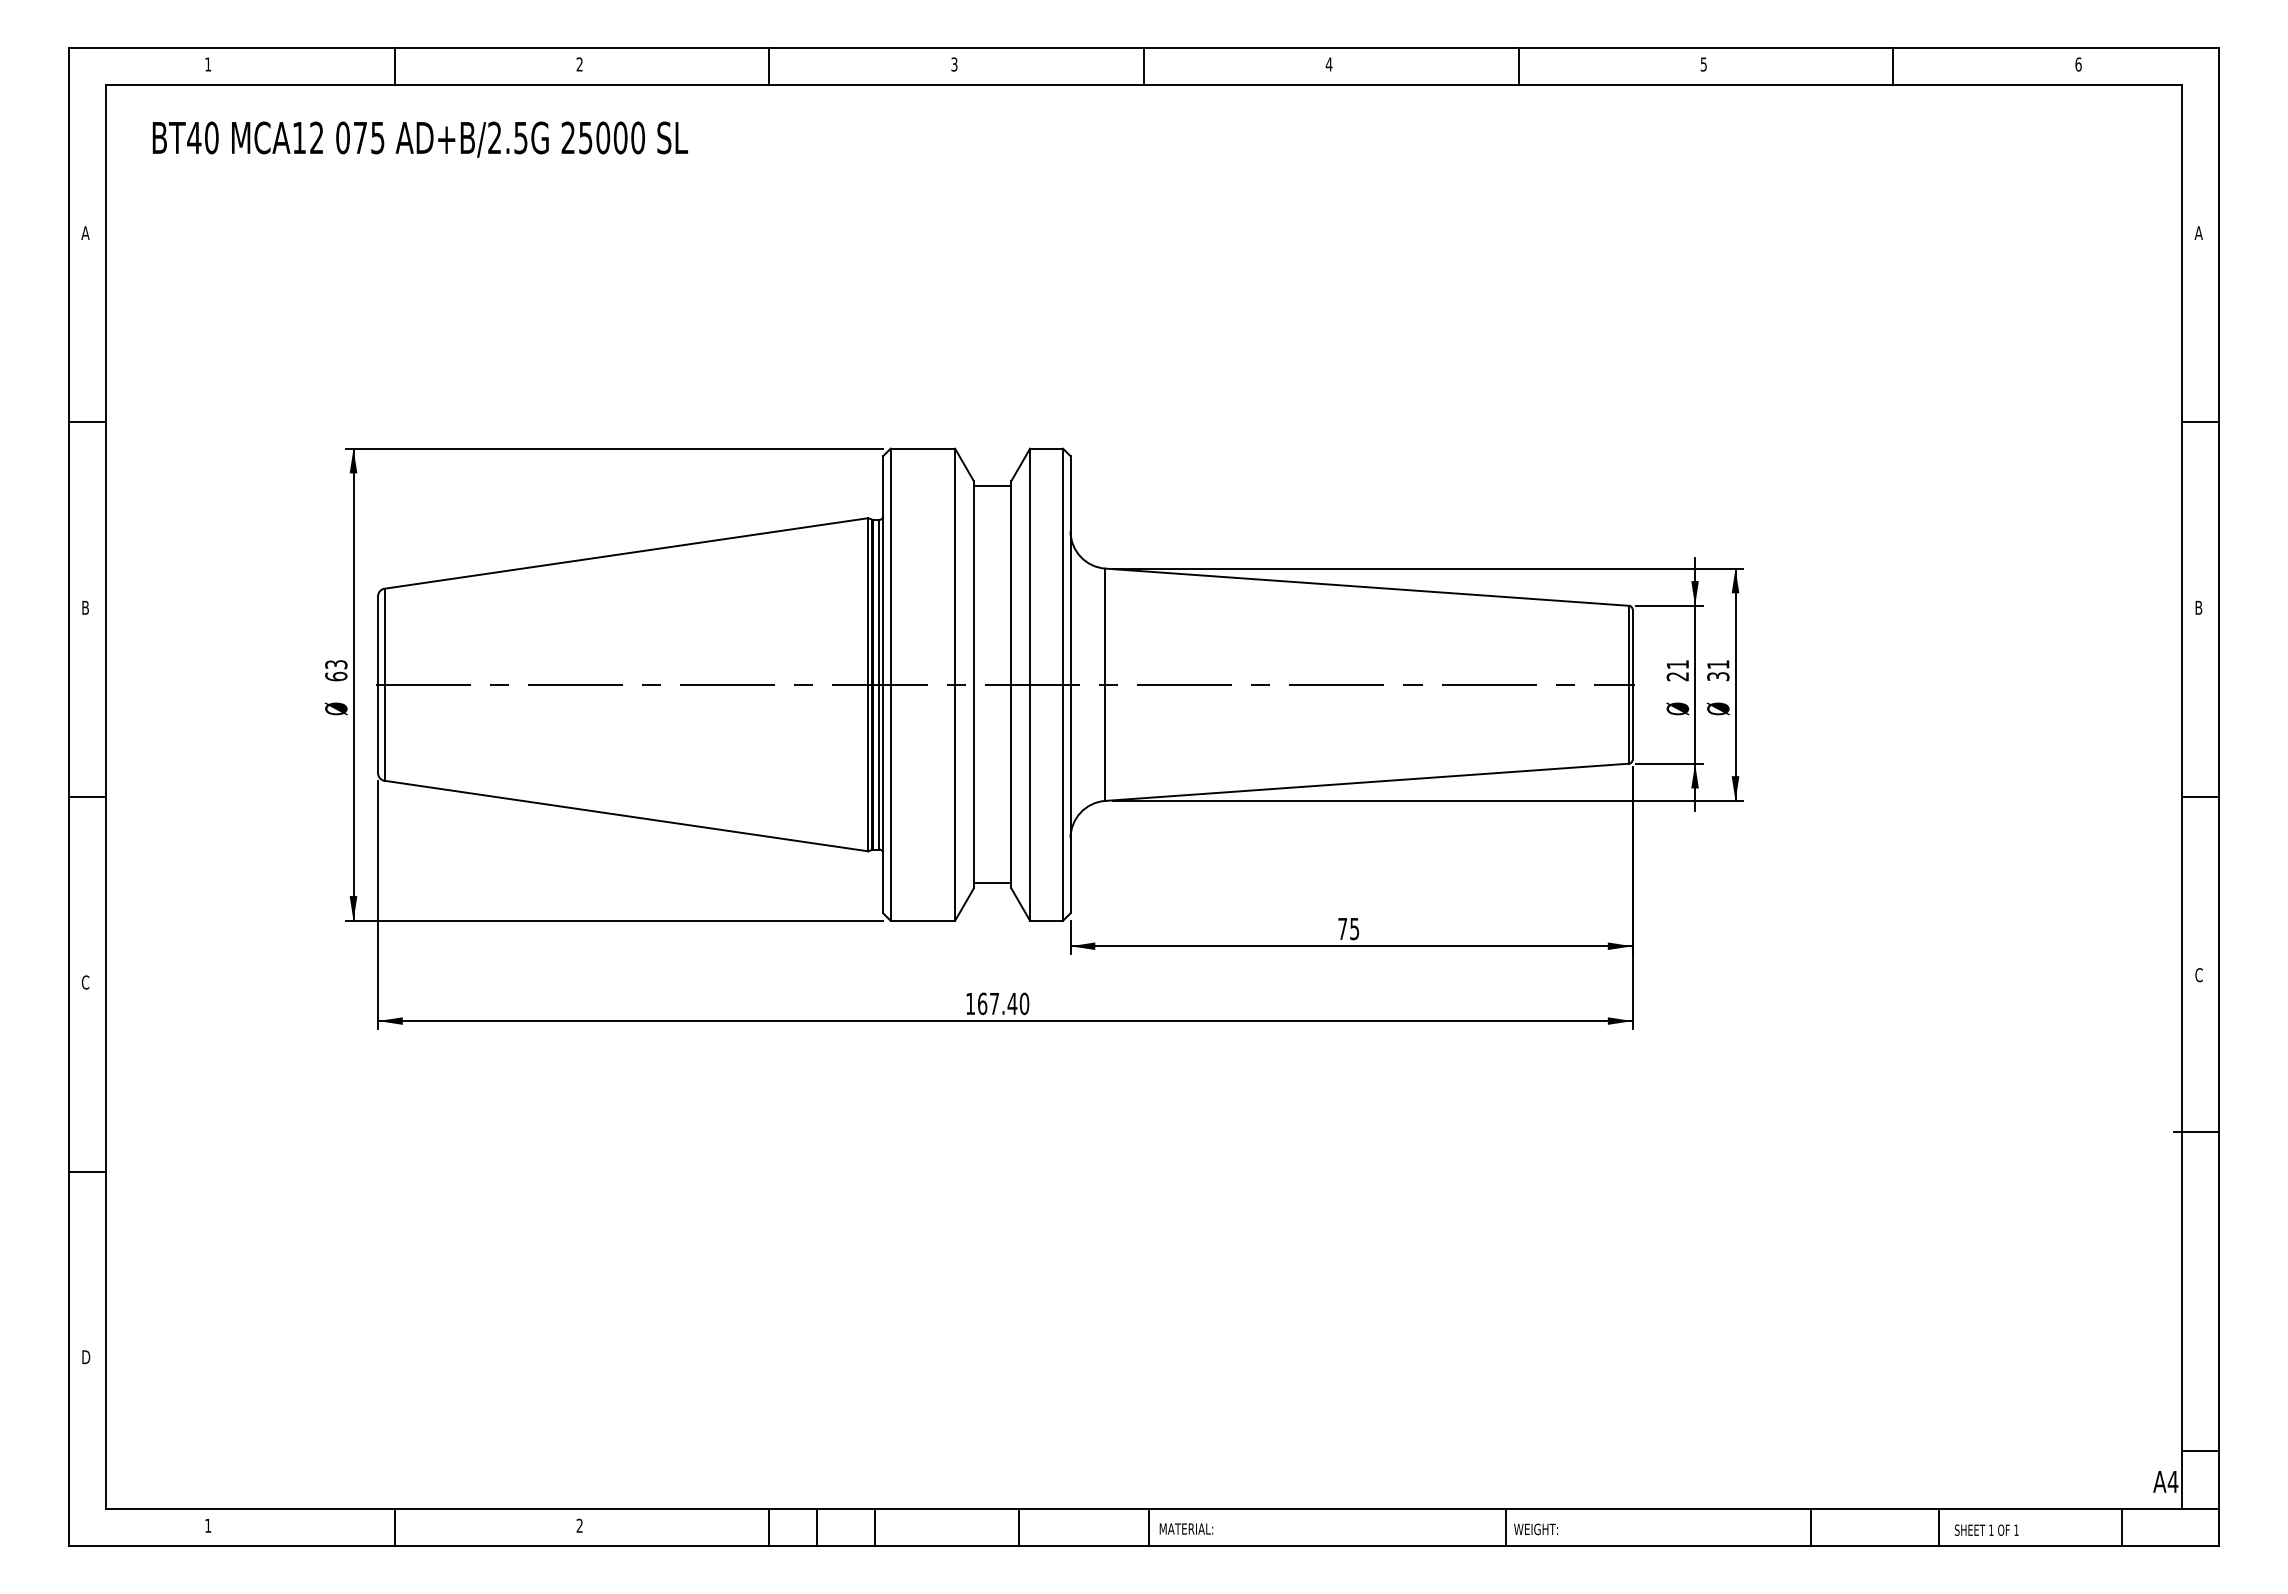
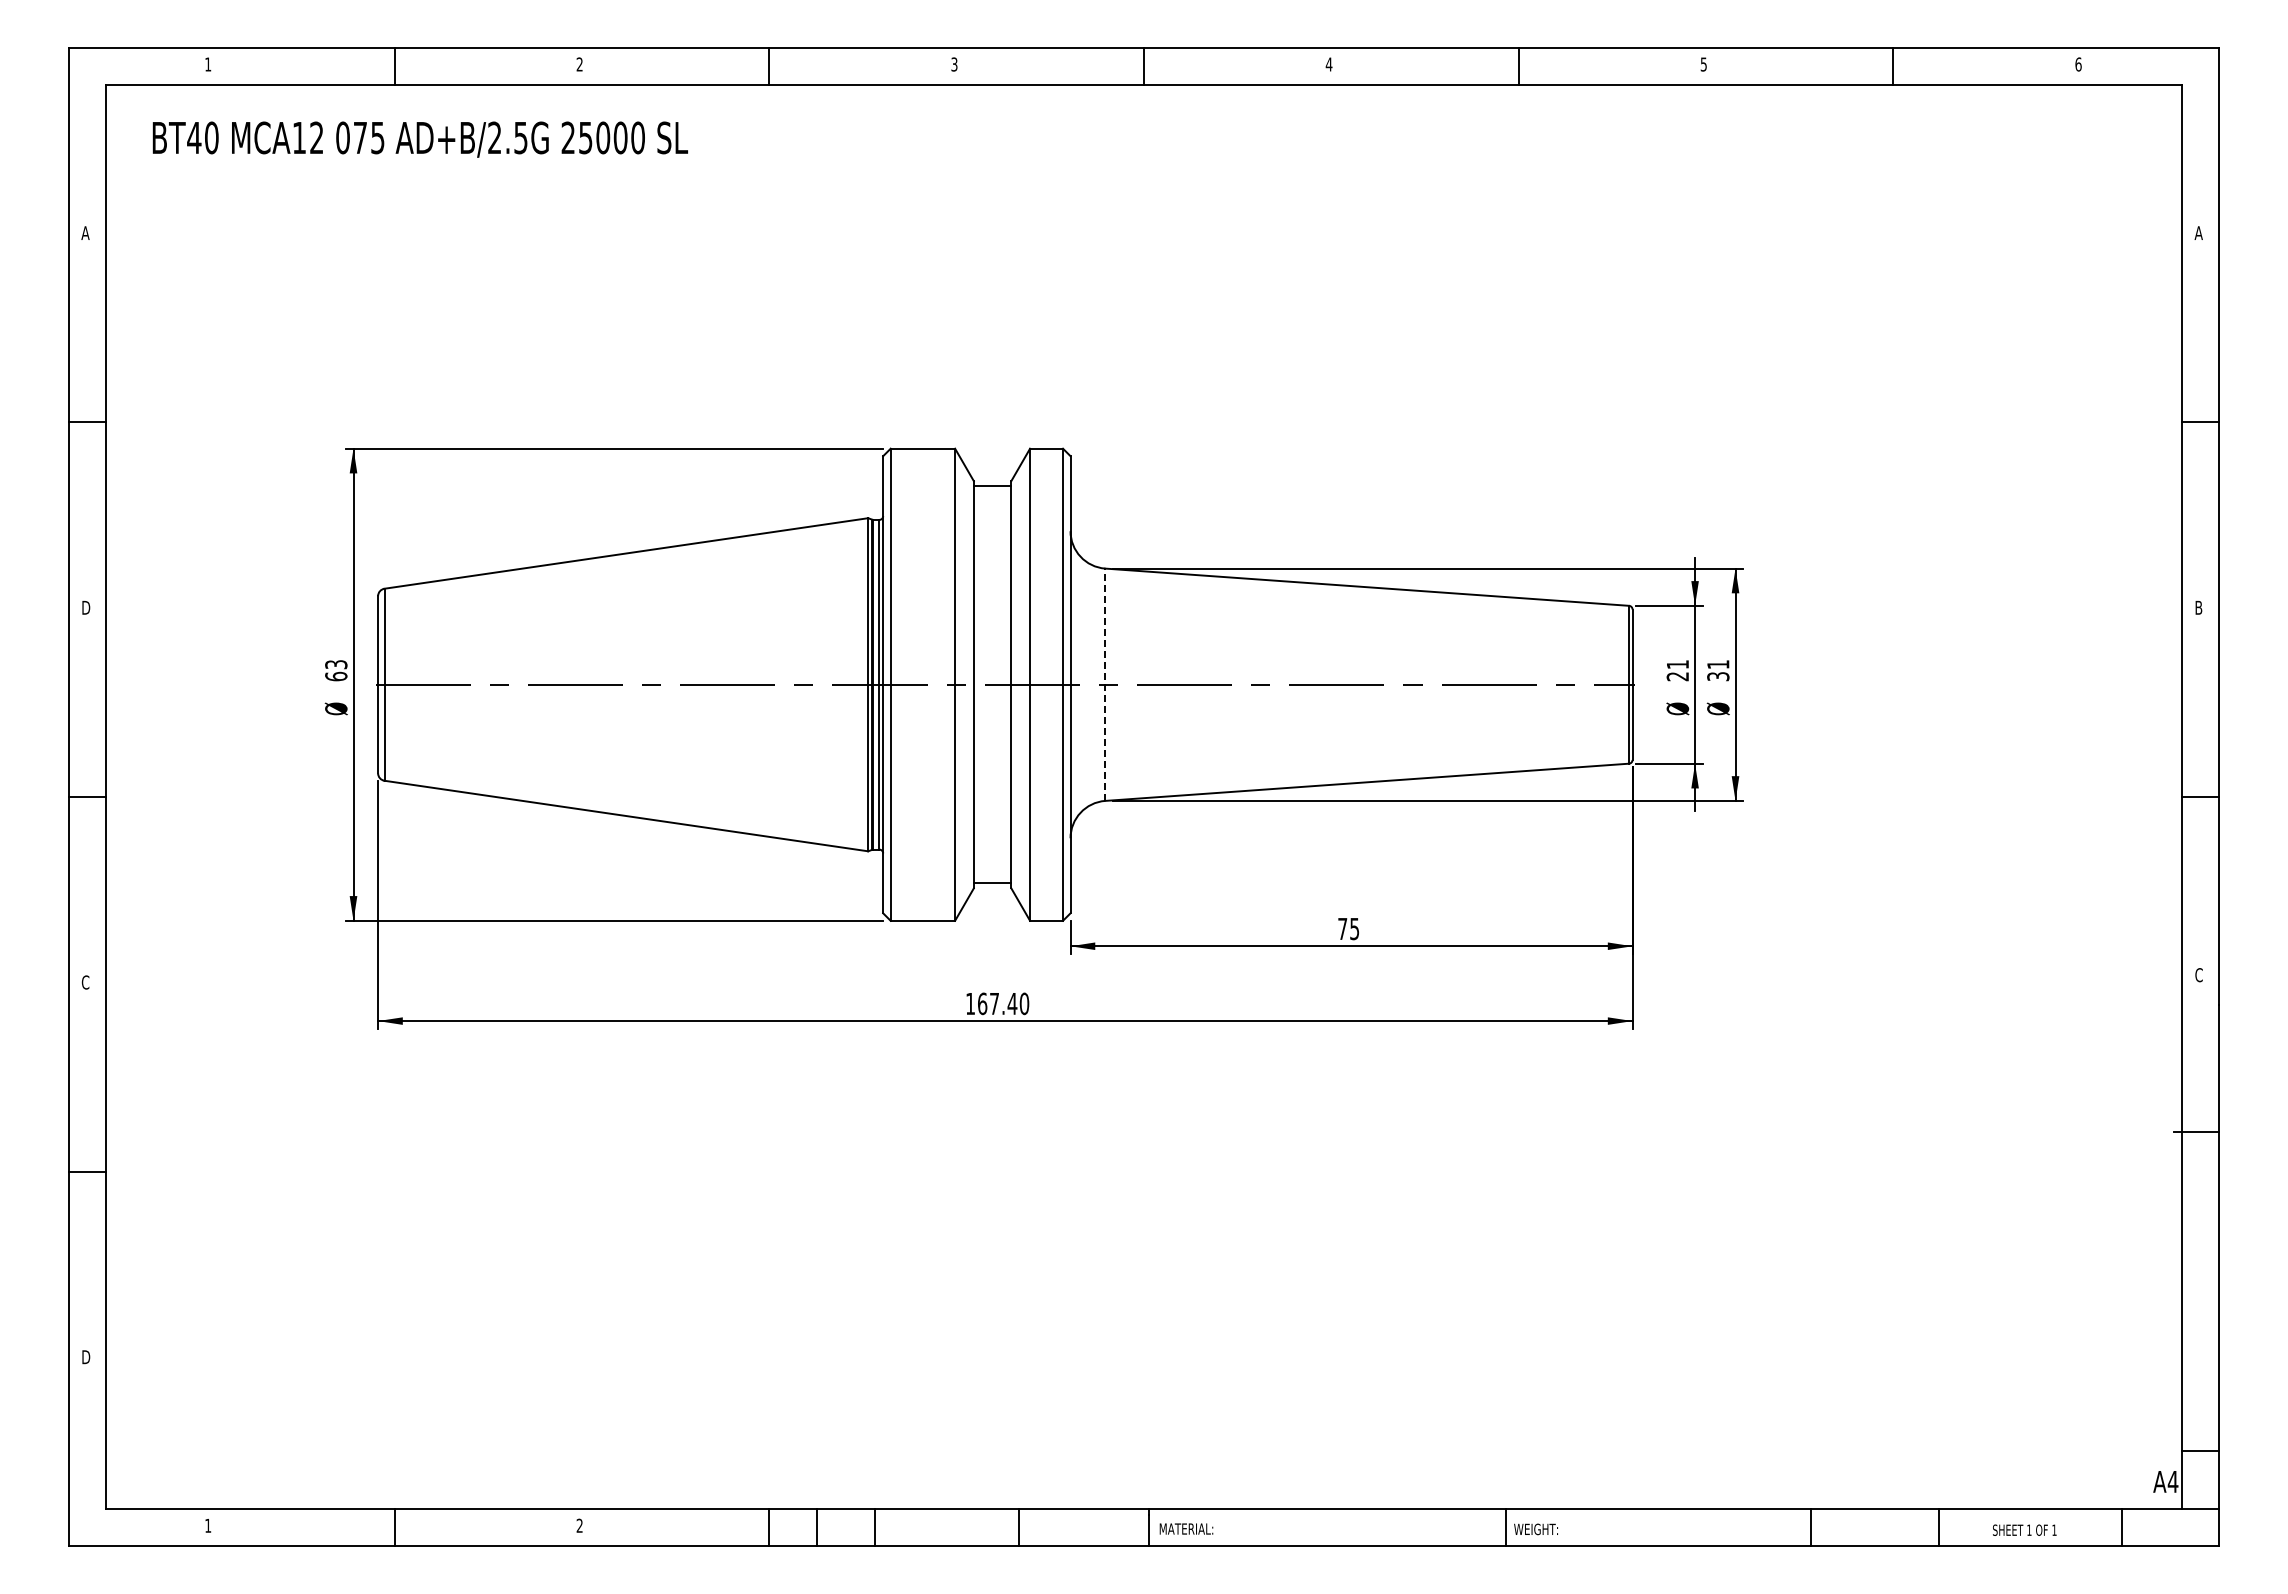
text at (86, 608): B -> D
line at (1105, 684): solid -> dashed
text at (1986, 1529) position: (1986, 1529) -> (2024, 1529)
